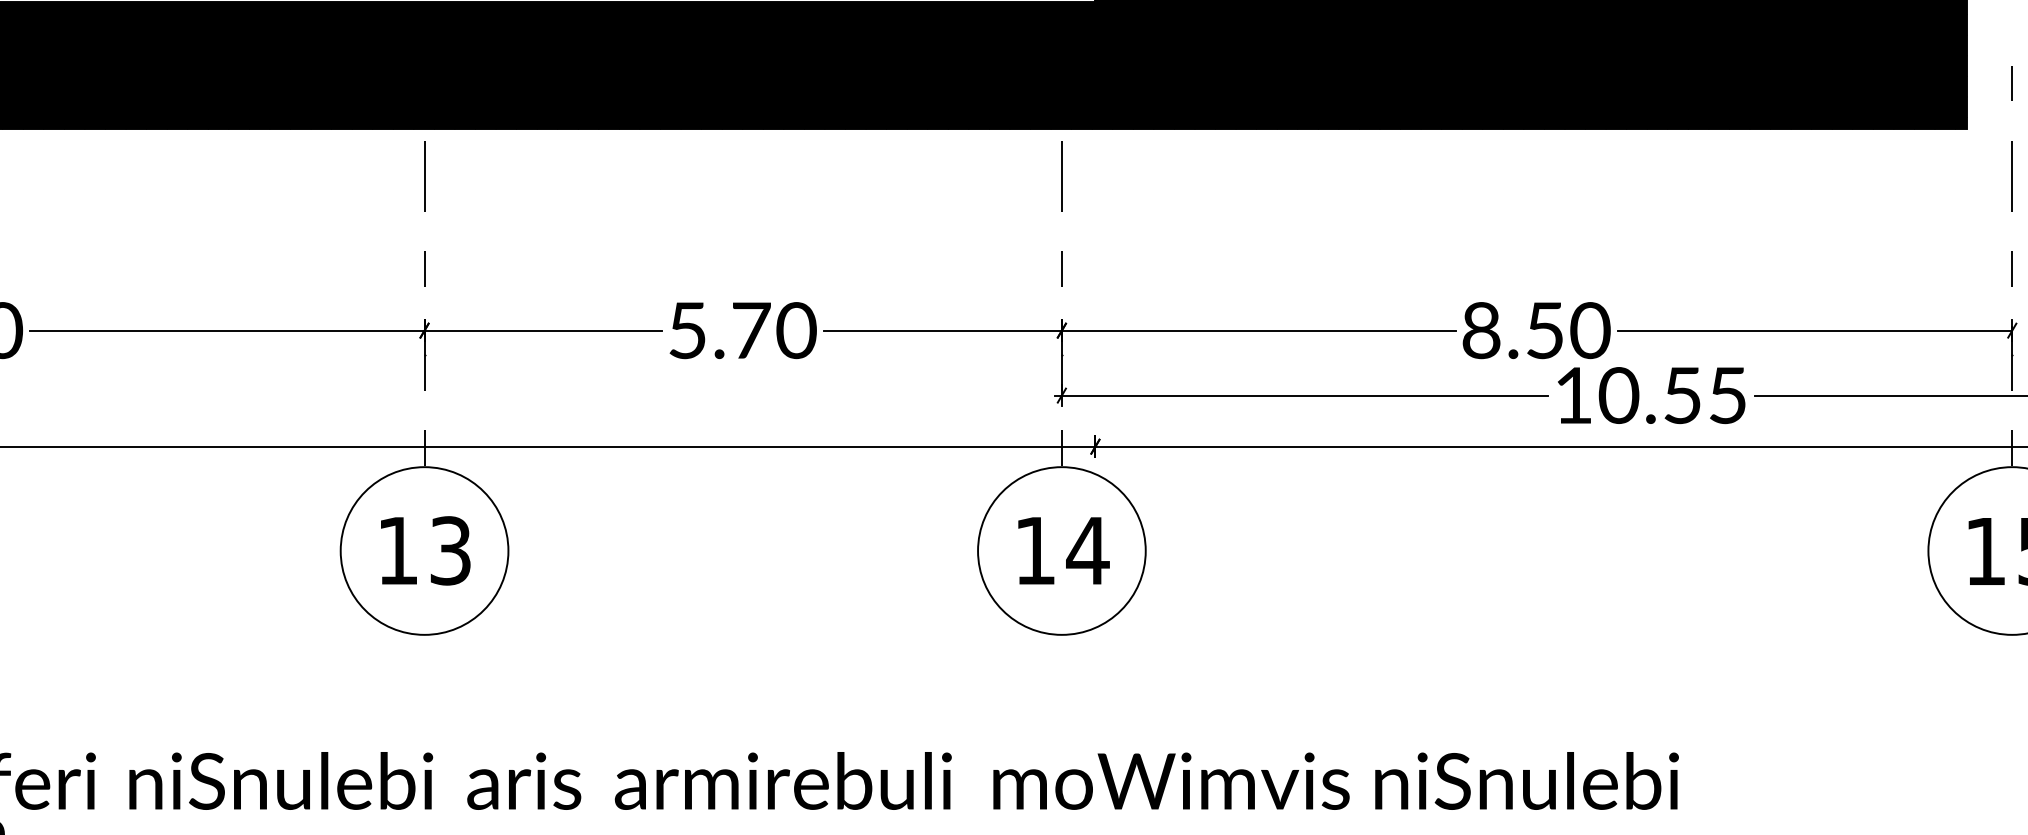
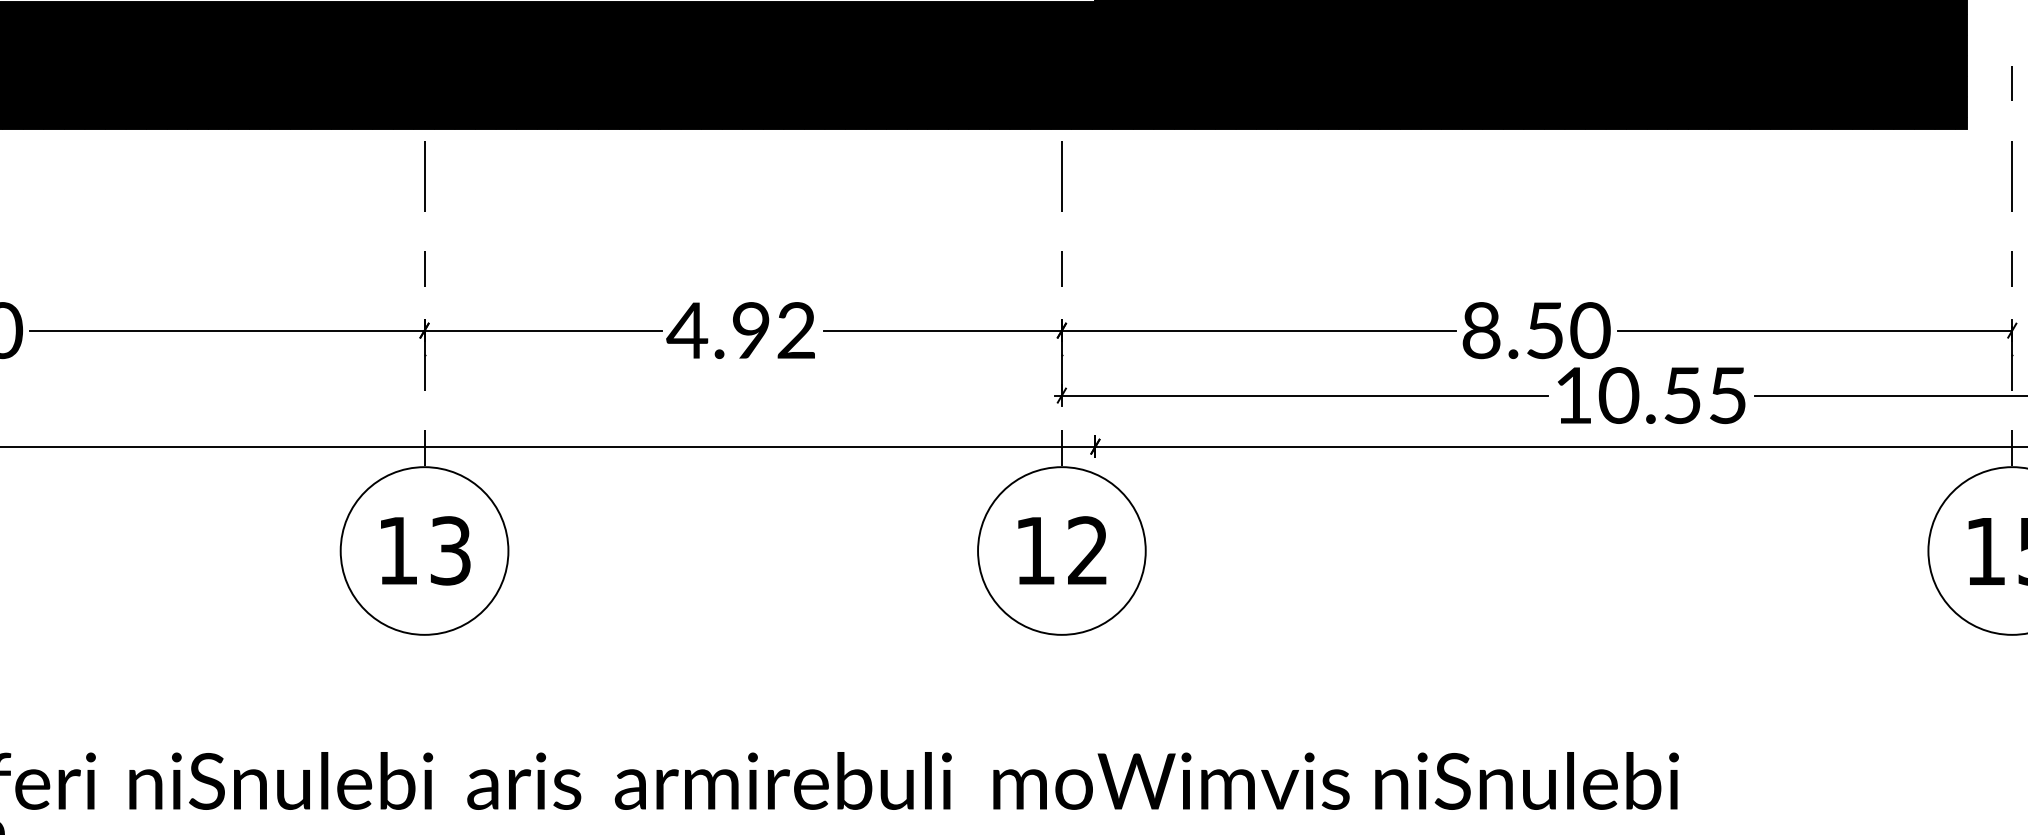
text at (741, 330): 5.70 -> 4.92
text at (1087, 550): 14 -> 12
